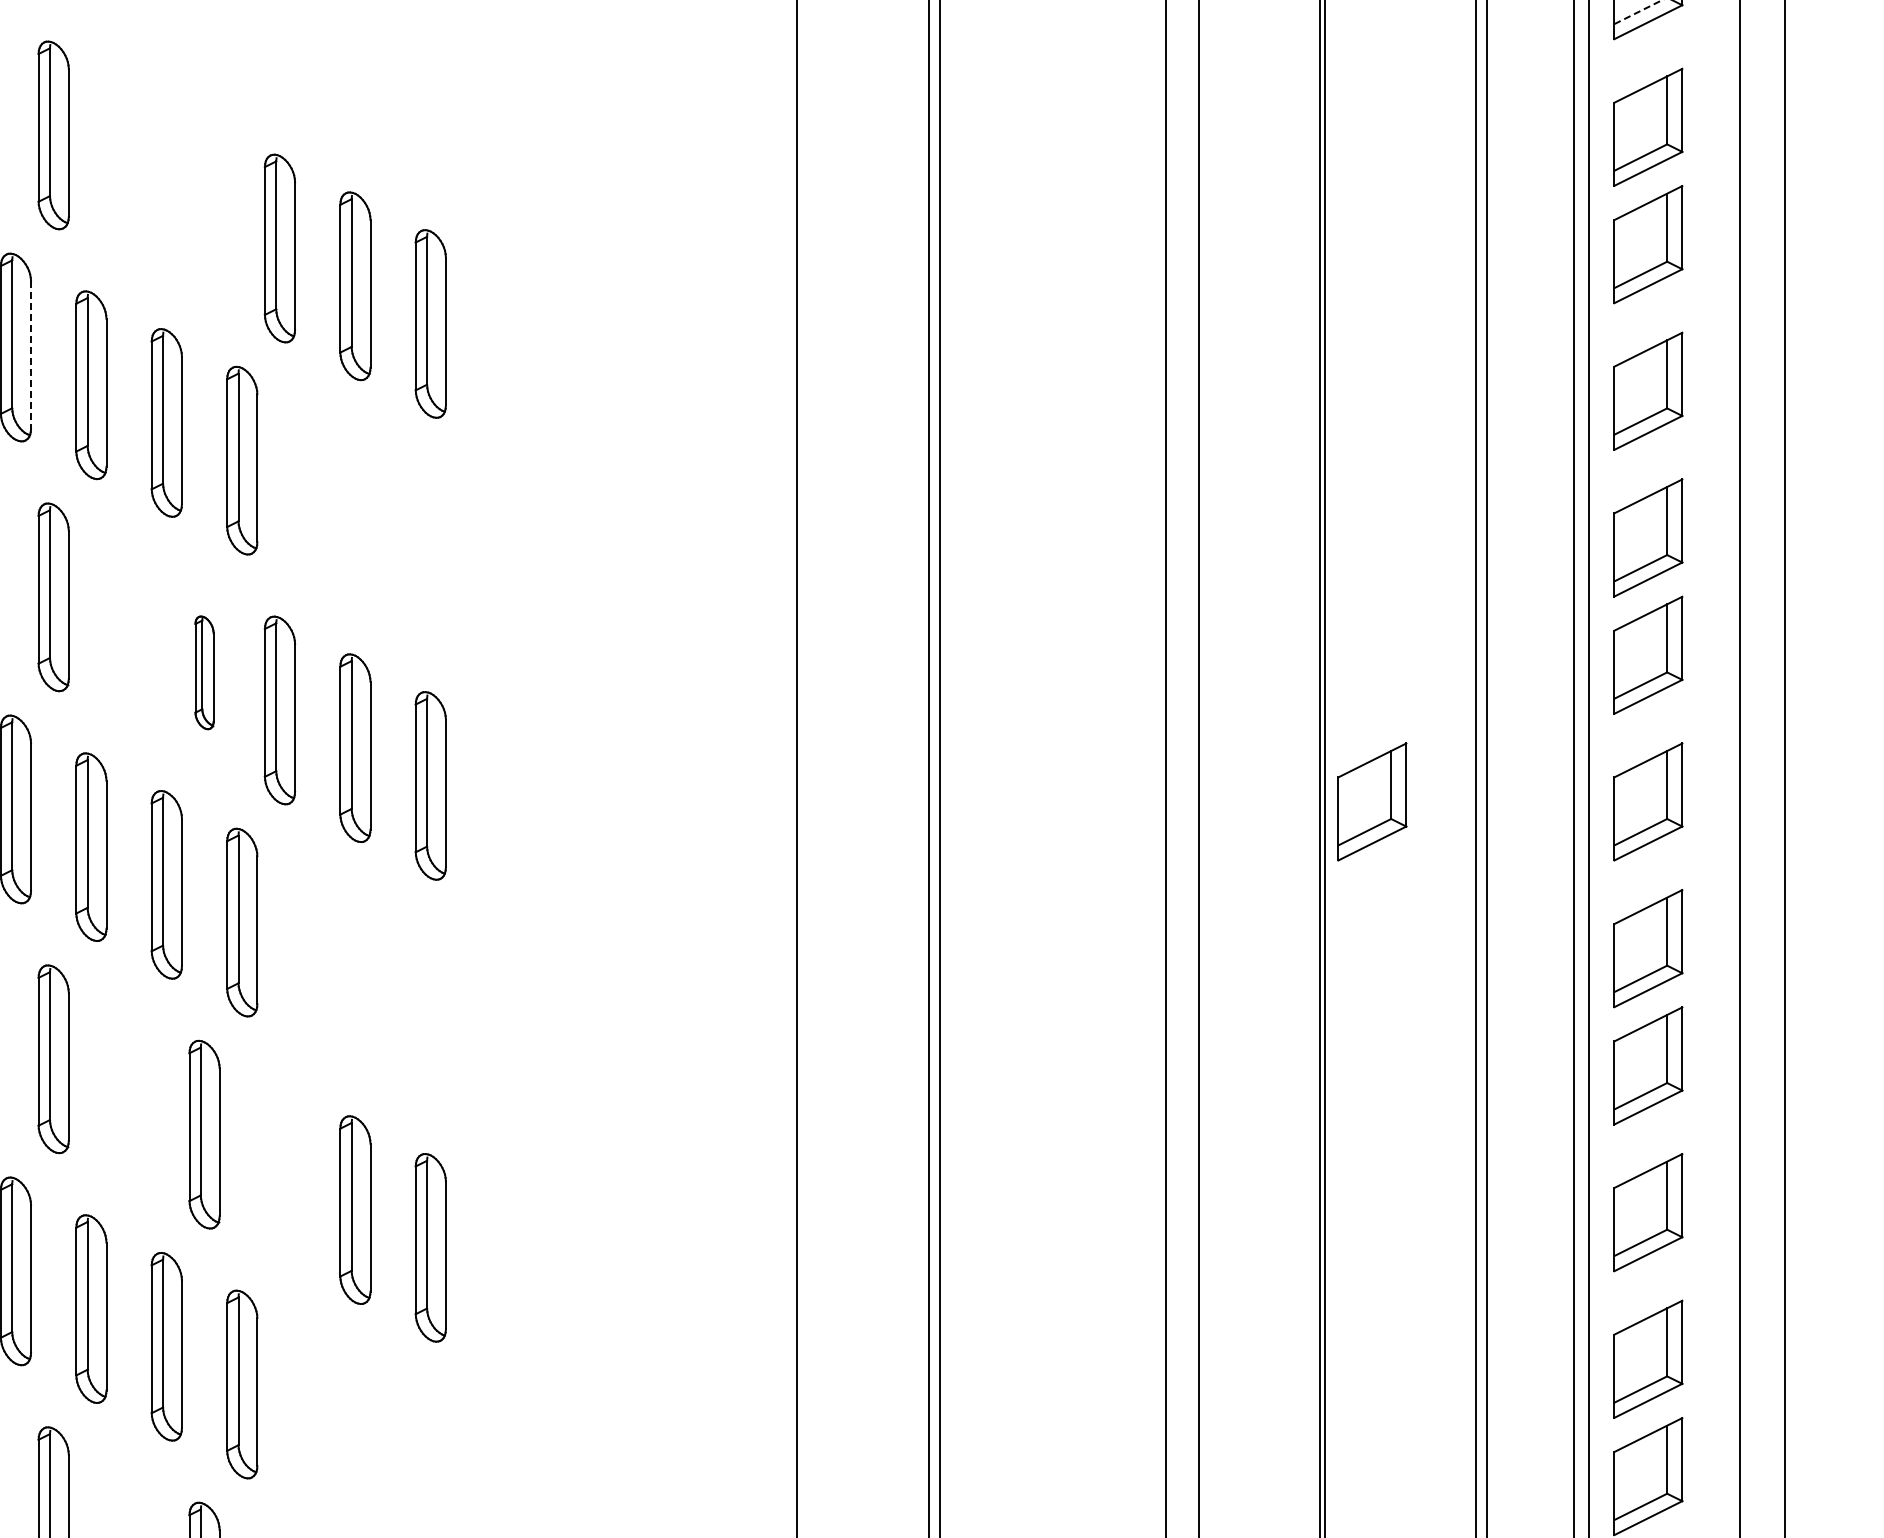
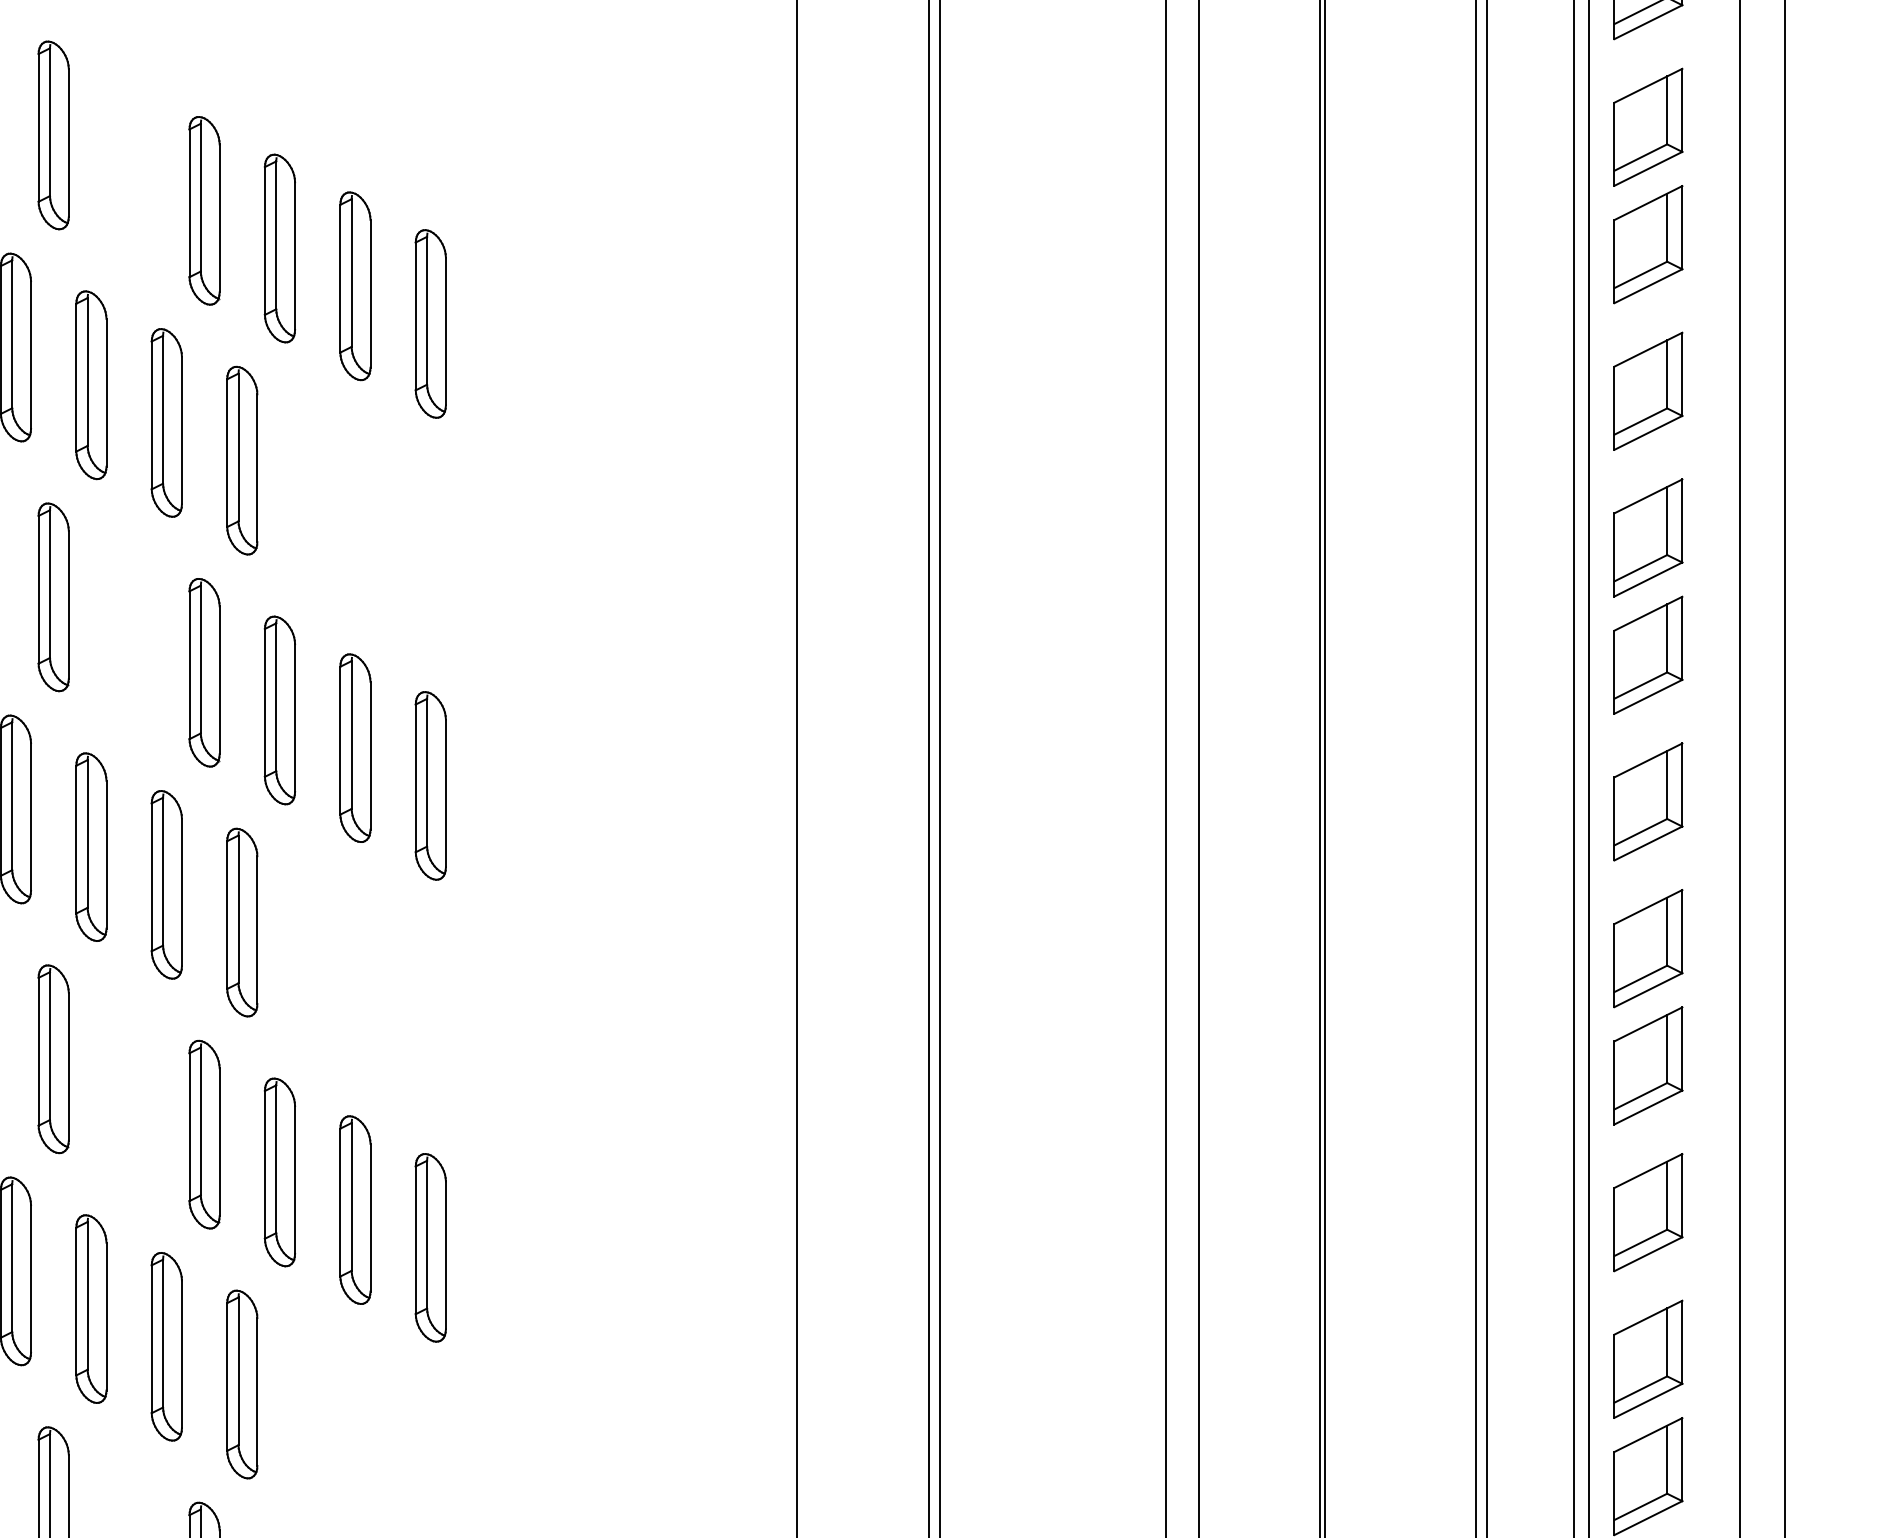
line at (1638, 12): dashed -> solid
part at (204, 210): none -> present
line at (31, 355): dashed -> solid
part at (204, 672) size: 21x116 px -> 33x190 px
part at (1372, 801): present -> none
part at (279, 1172): none -> present
